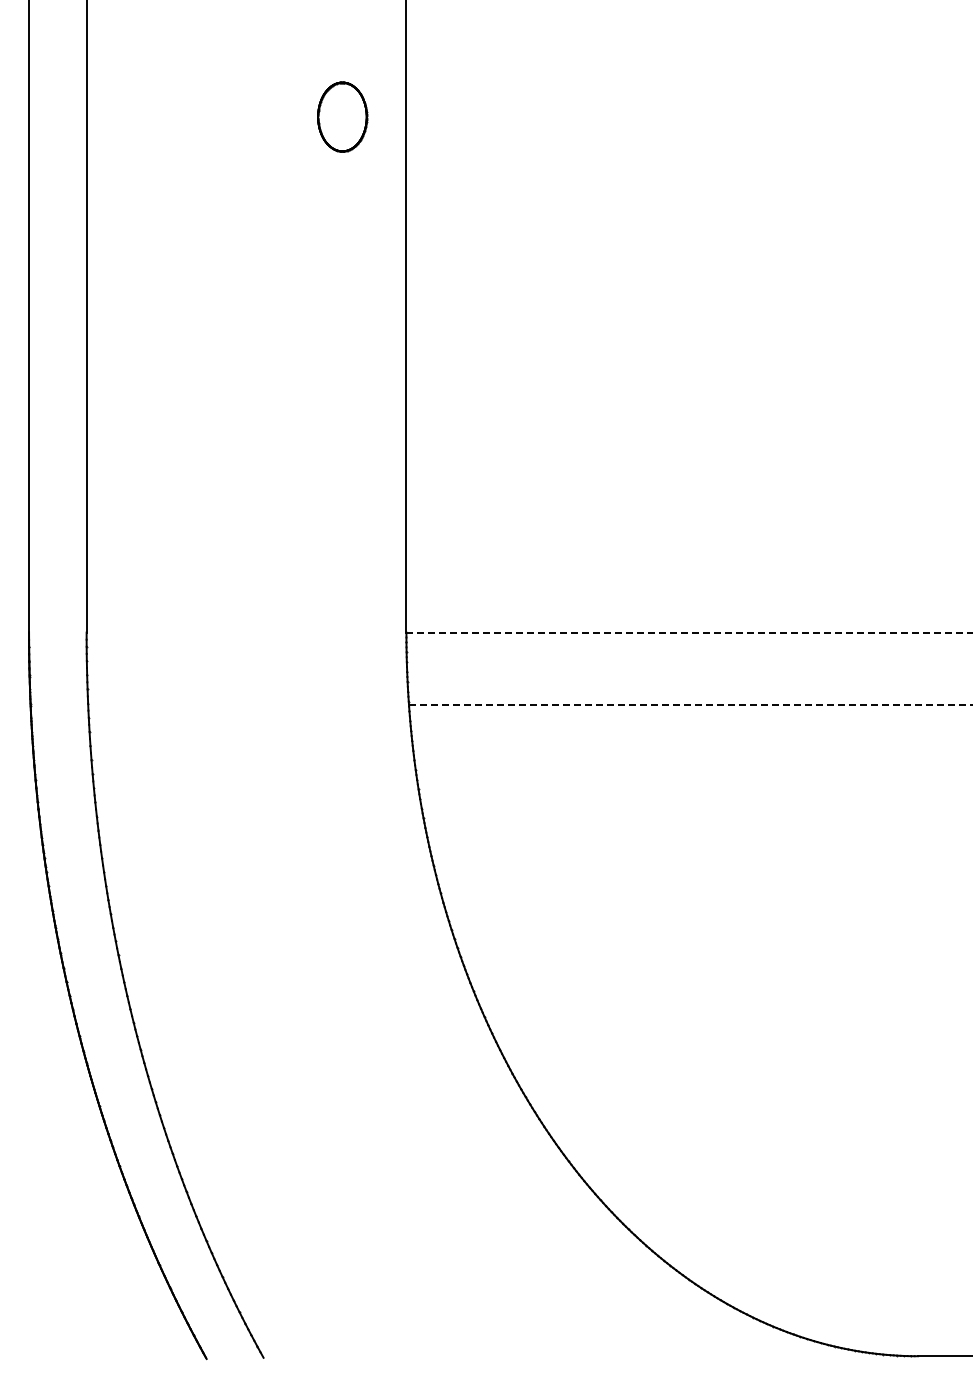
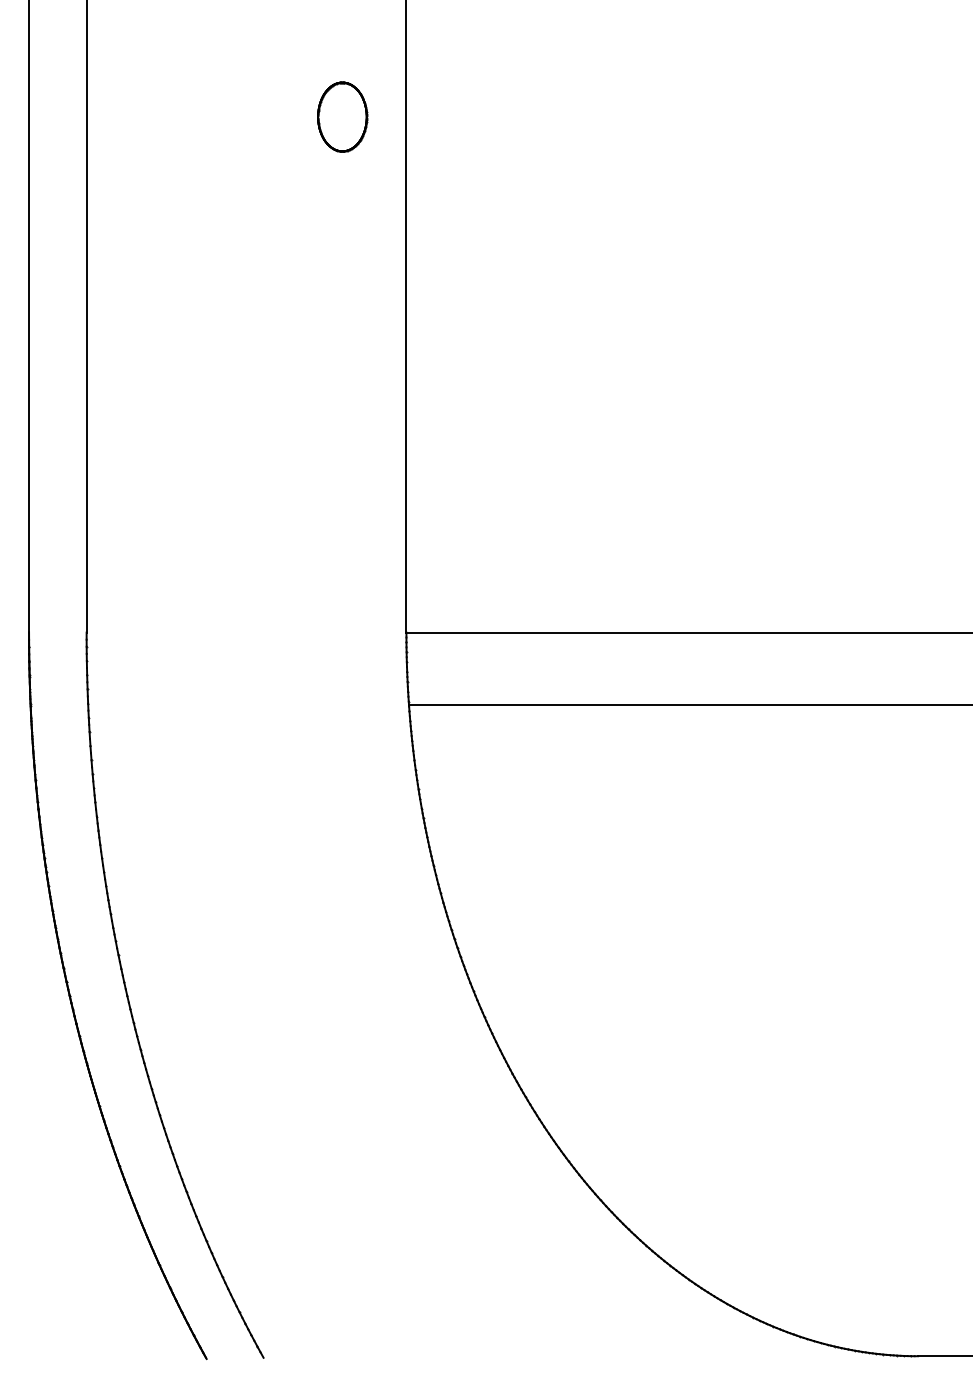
line at (689, 632): dashed -> solid
line at (691, 704): dashed -> solid
